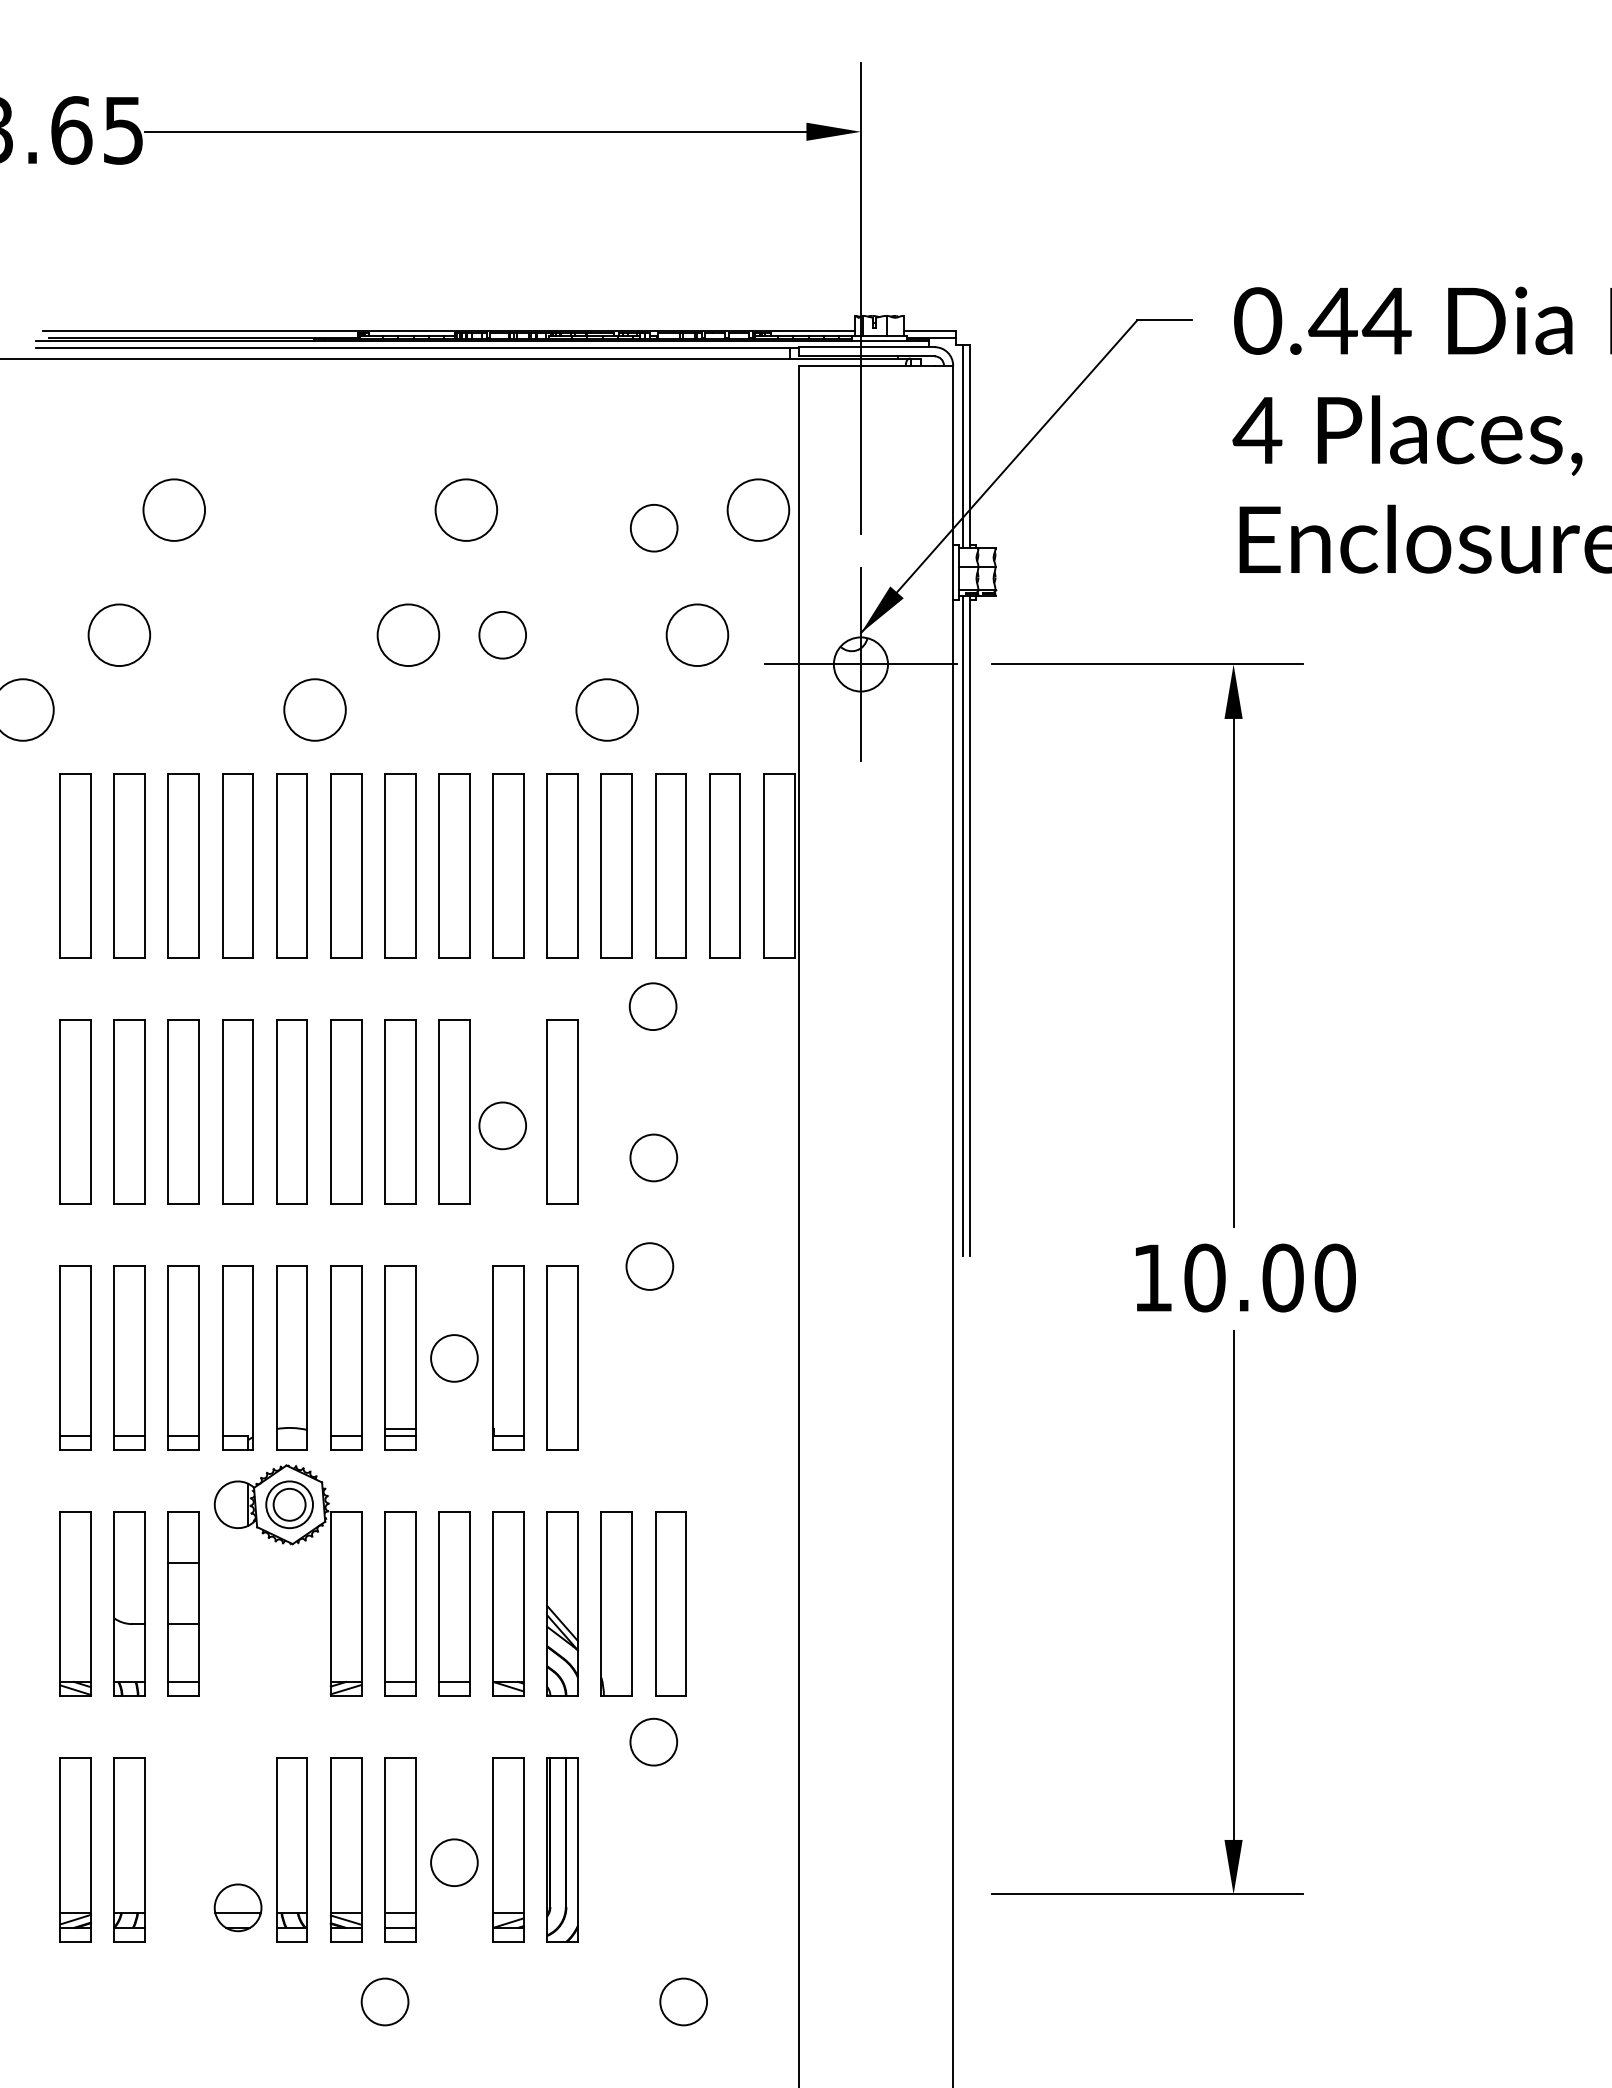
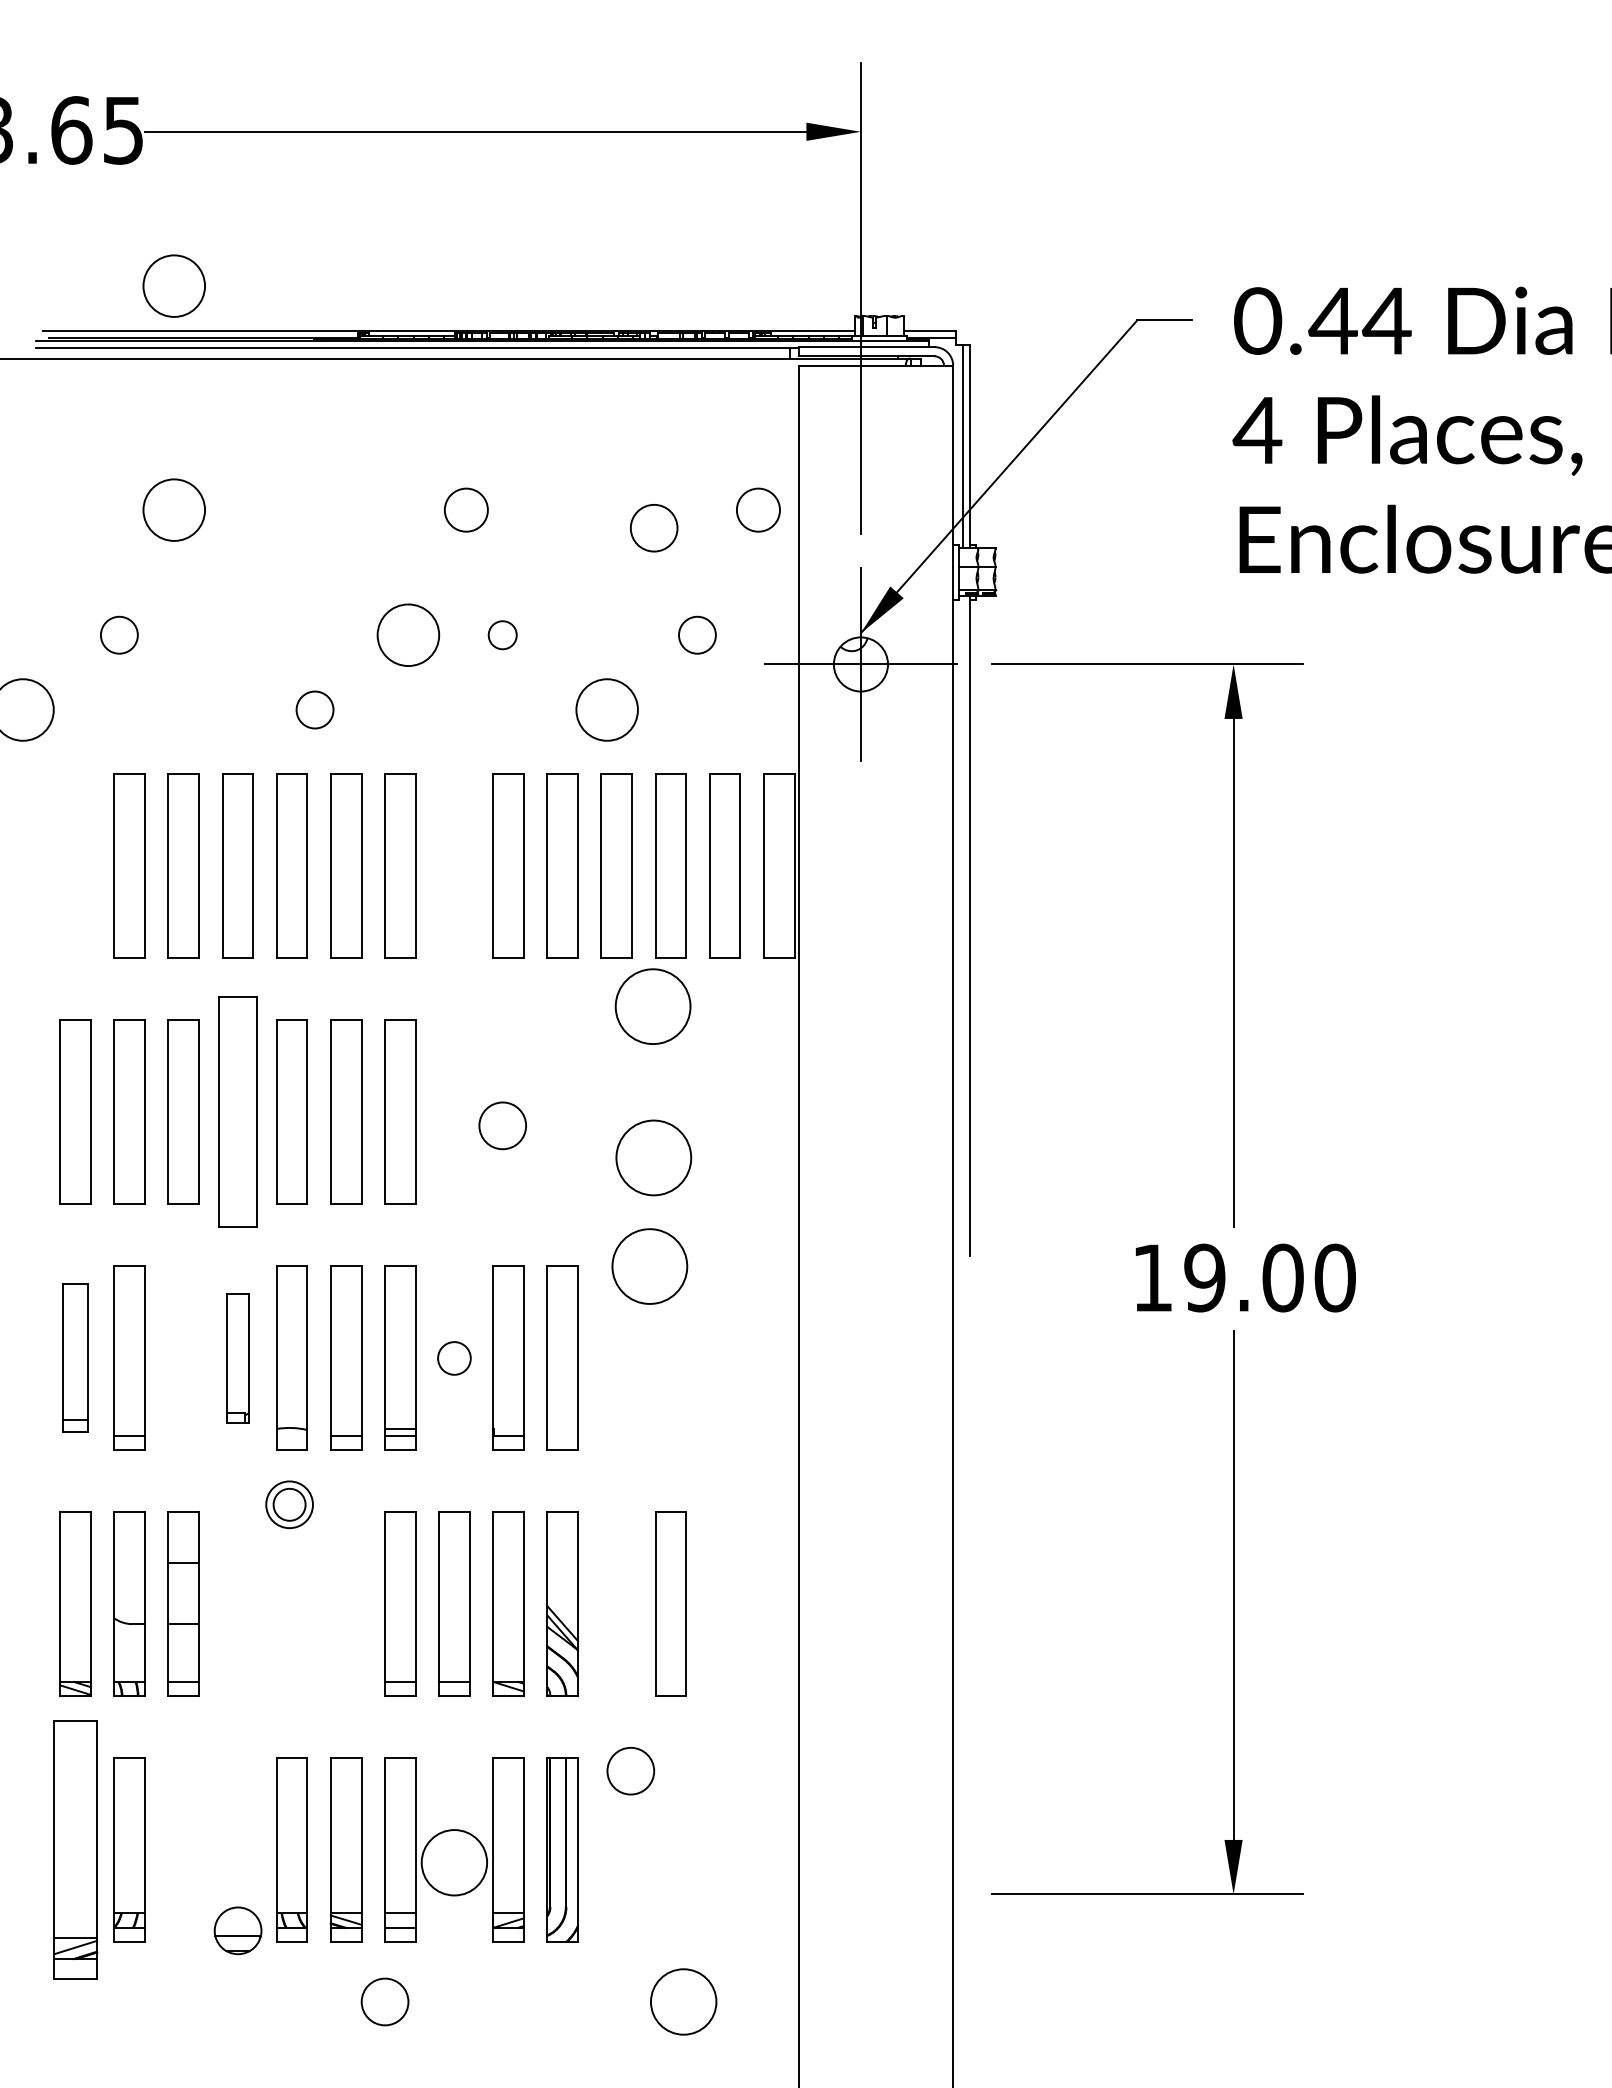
circle at (173, 285): none -> present
circle at (466, 509) diameter: 62 px -> 43 px
circle at (758, 509) diameter: 62 px -> 43 px
circle at (502, 634) diameter: 47 px -> 28 px
circle at (119, 635) diameter: 62 px -> 37 px
circle at (697, 635) diameter: 62 px -> 37 px
circle at (314, 709) diameter: 62 px -> 37 px
part at (75, 865): present -> none
part at (454, 865): present -> none
line at (963, 925): present -> none
circle at (652, 1006) diameter: 47 px -> 75 px
part at (237, 1111) size: 32x186 px -> 40x232 px
part at (454, 1111): present -> none
part at (562, 1111): present -> none
circle at (653, 1157) diameter: 47 px -> 75 px
circle at (649, 1266) diameter: 47 px -> 75 px
text at (1204, 1277): 10.00 -> 19.00
part at (75, 1357) size: 33x186 px -> 27x150 px
part at (183, 1357): present -> none
part at (237, 1357) size: 32x186 px -> 24x131 px
circle at (454, 1358) size: 49x49 px -> 35x35 px
part at (290, 1545): present -> none
part at (616, 1603): present -> none
circle at (653, 1741) position: (653, 1741) -> (630, 1770)
part at (75, 1849) size: 33x186 px -> 46x260 px
circle at (454, 1862) diameter: 47 px -> 65 px
part at (237, 1907) position: (237, 1907) -> (237, 1930)
circle at (683, 2001) diameter: 47 px -> 65 px
